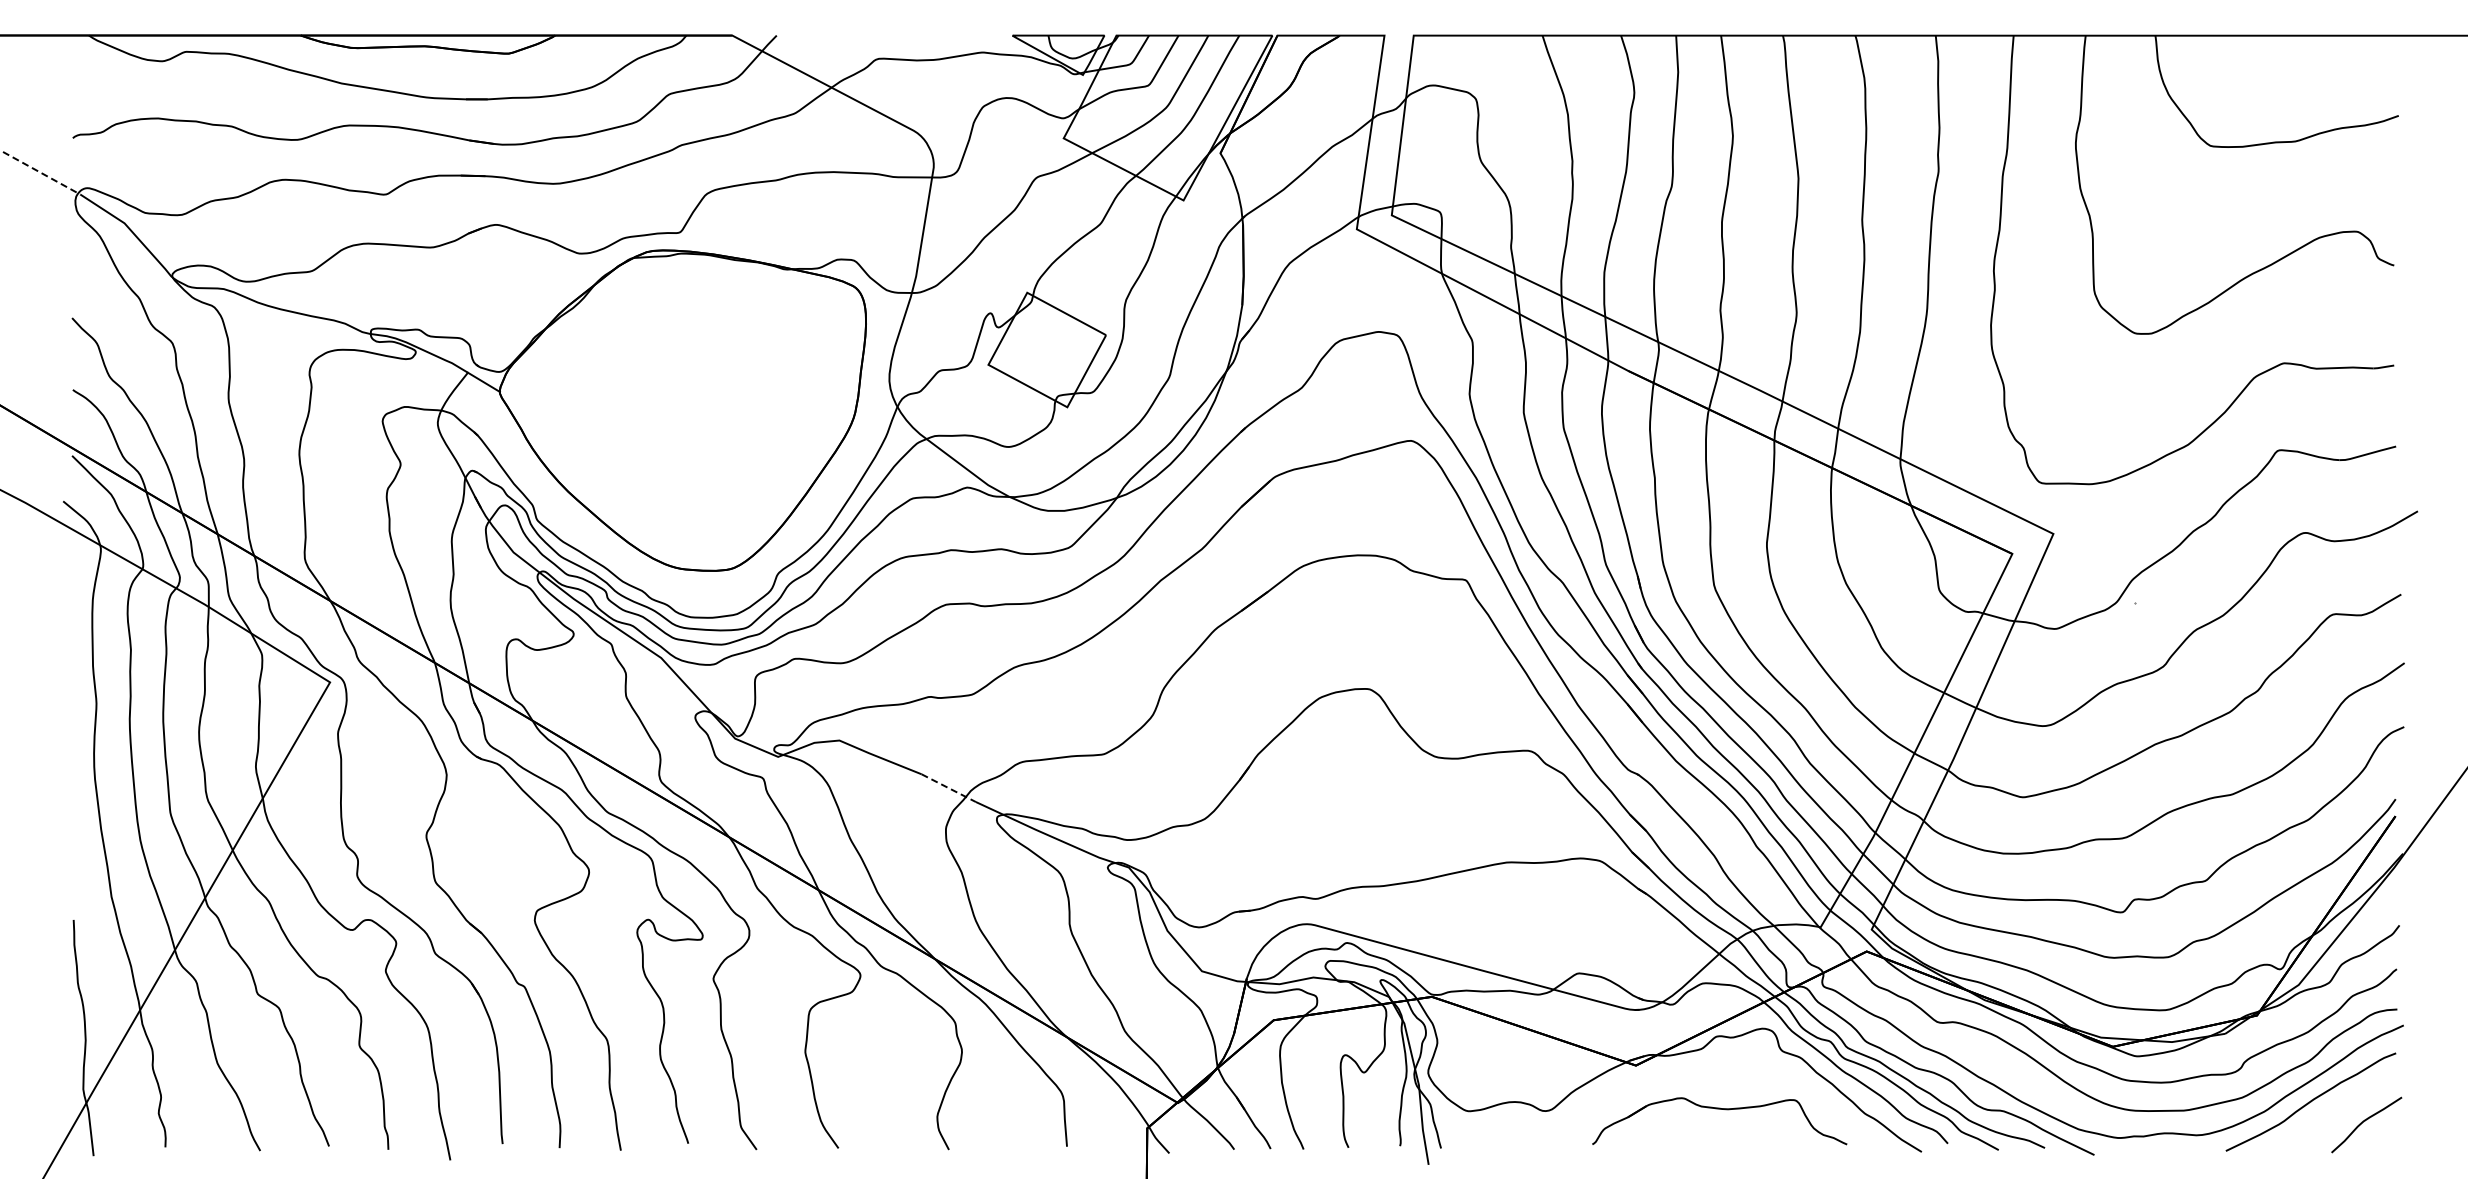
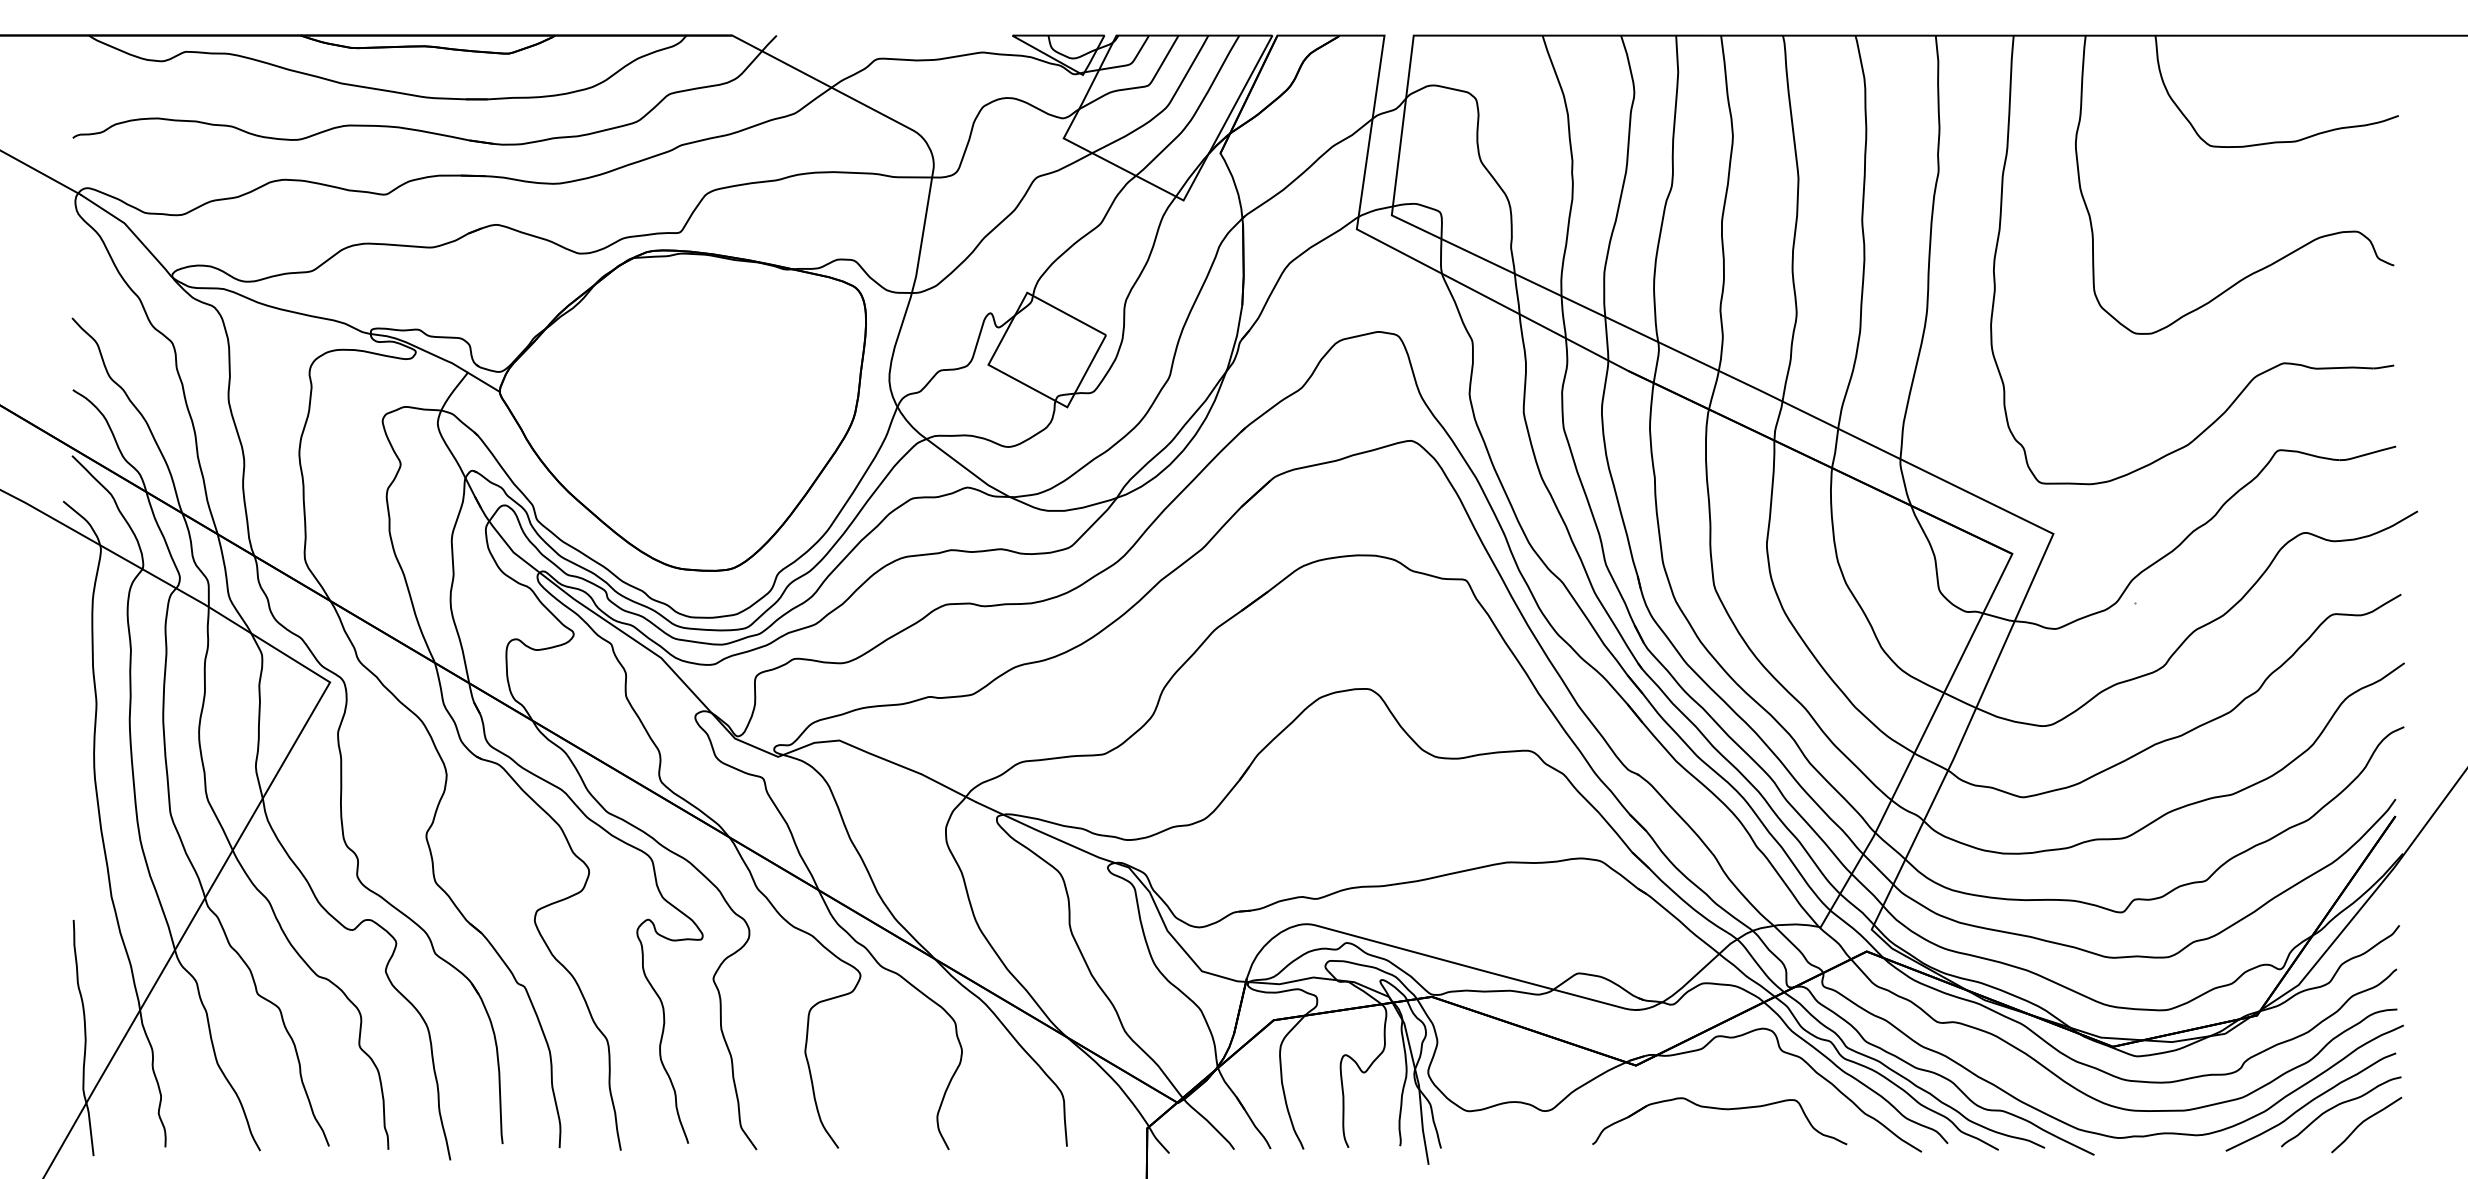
line at (40, 172): dashed -> solid
line at (949, 788): dashed -> solid
curve at (2339, 1105): none -> present
